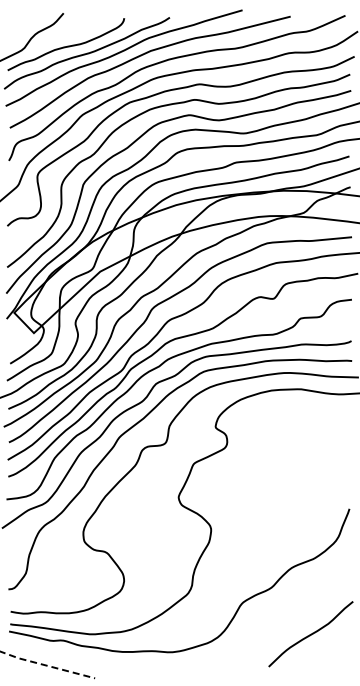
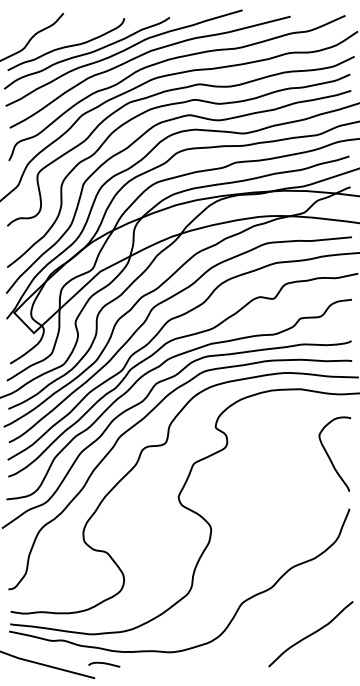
curve at (329, 455): none -> present
curve at (104, 664): none -> present
line at (47, 665): dashed -> solid
